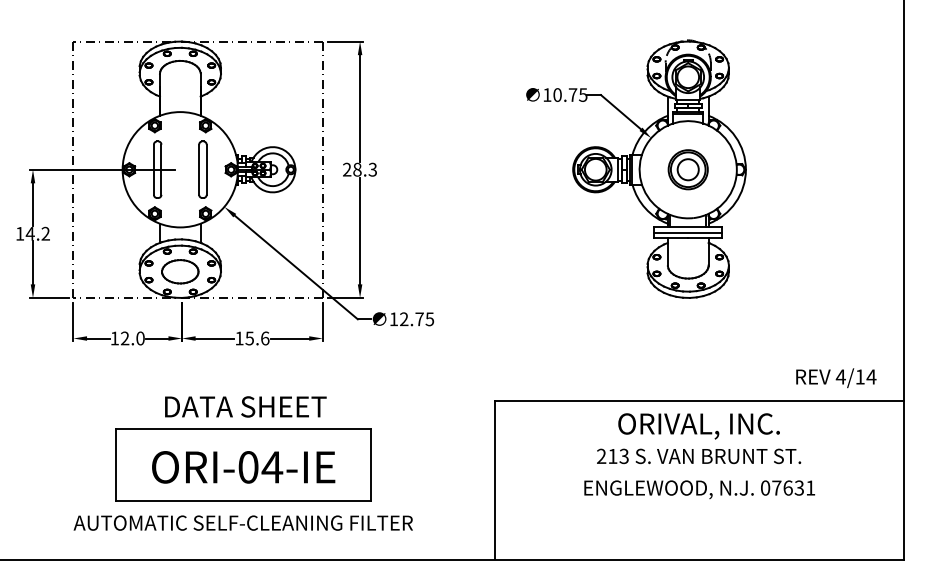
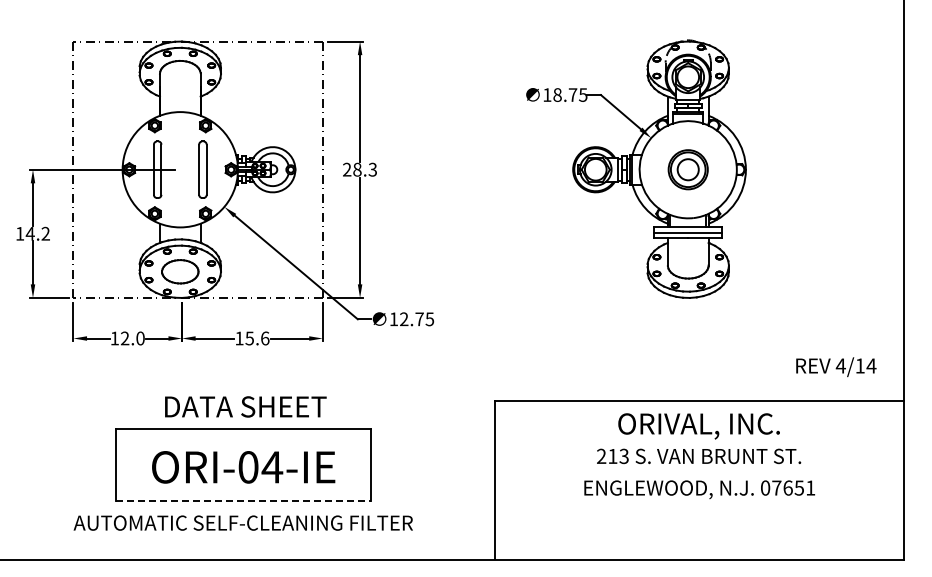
text at (557, 94): 10.75 -> 18.75
text at (836, 378) position: (836, 378) -> (836, 367)
text at (799, 487): 07631 -> 07651
line at (243, 501): solid -> dashed
